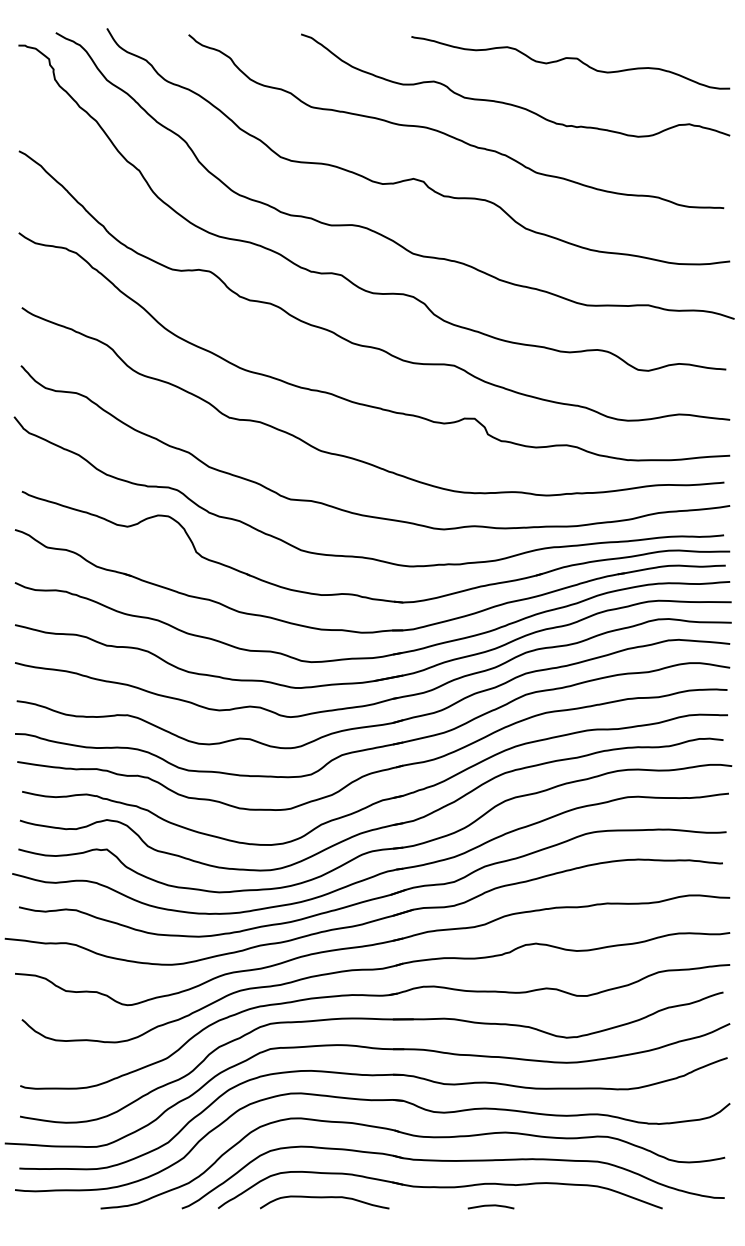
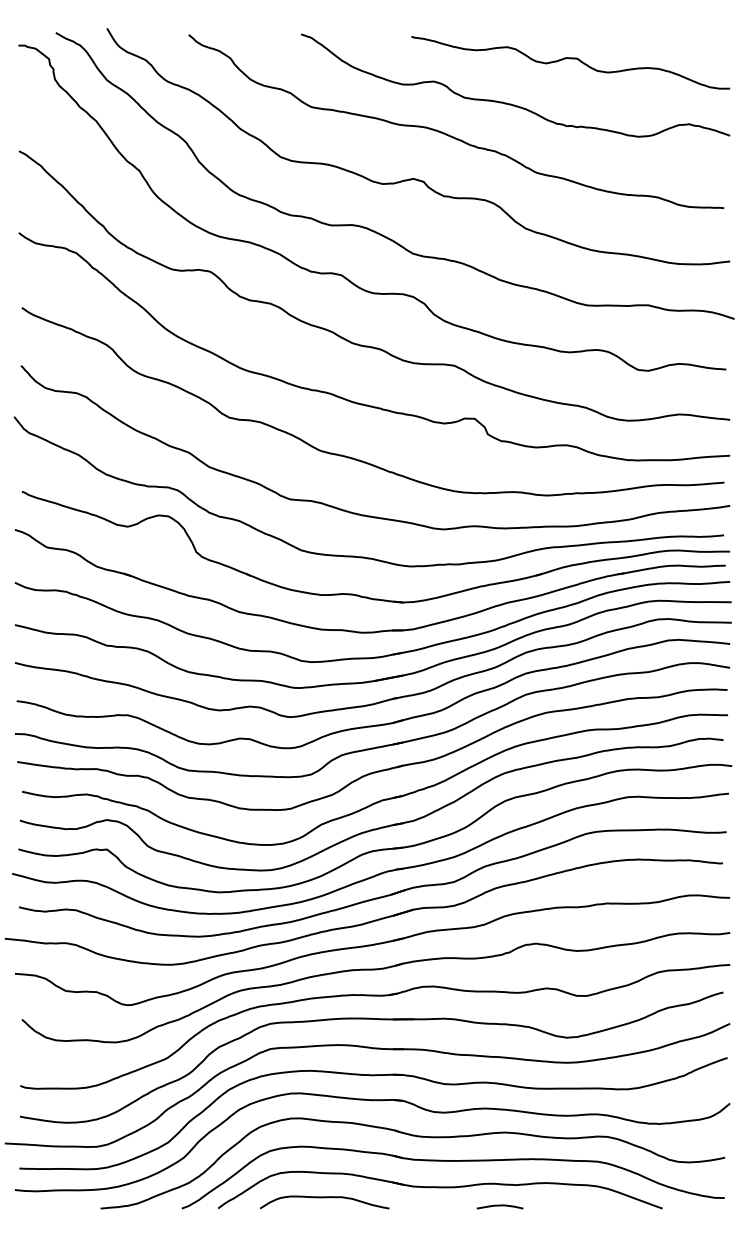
curve at (490, 1206) position: (490, 1206) -> (499, 1206)
